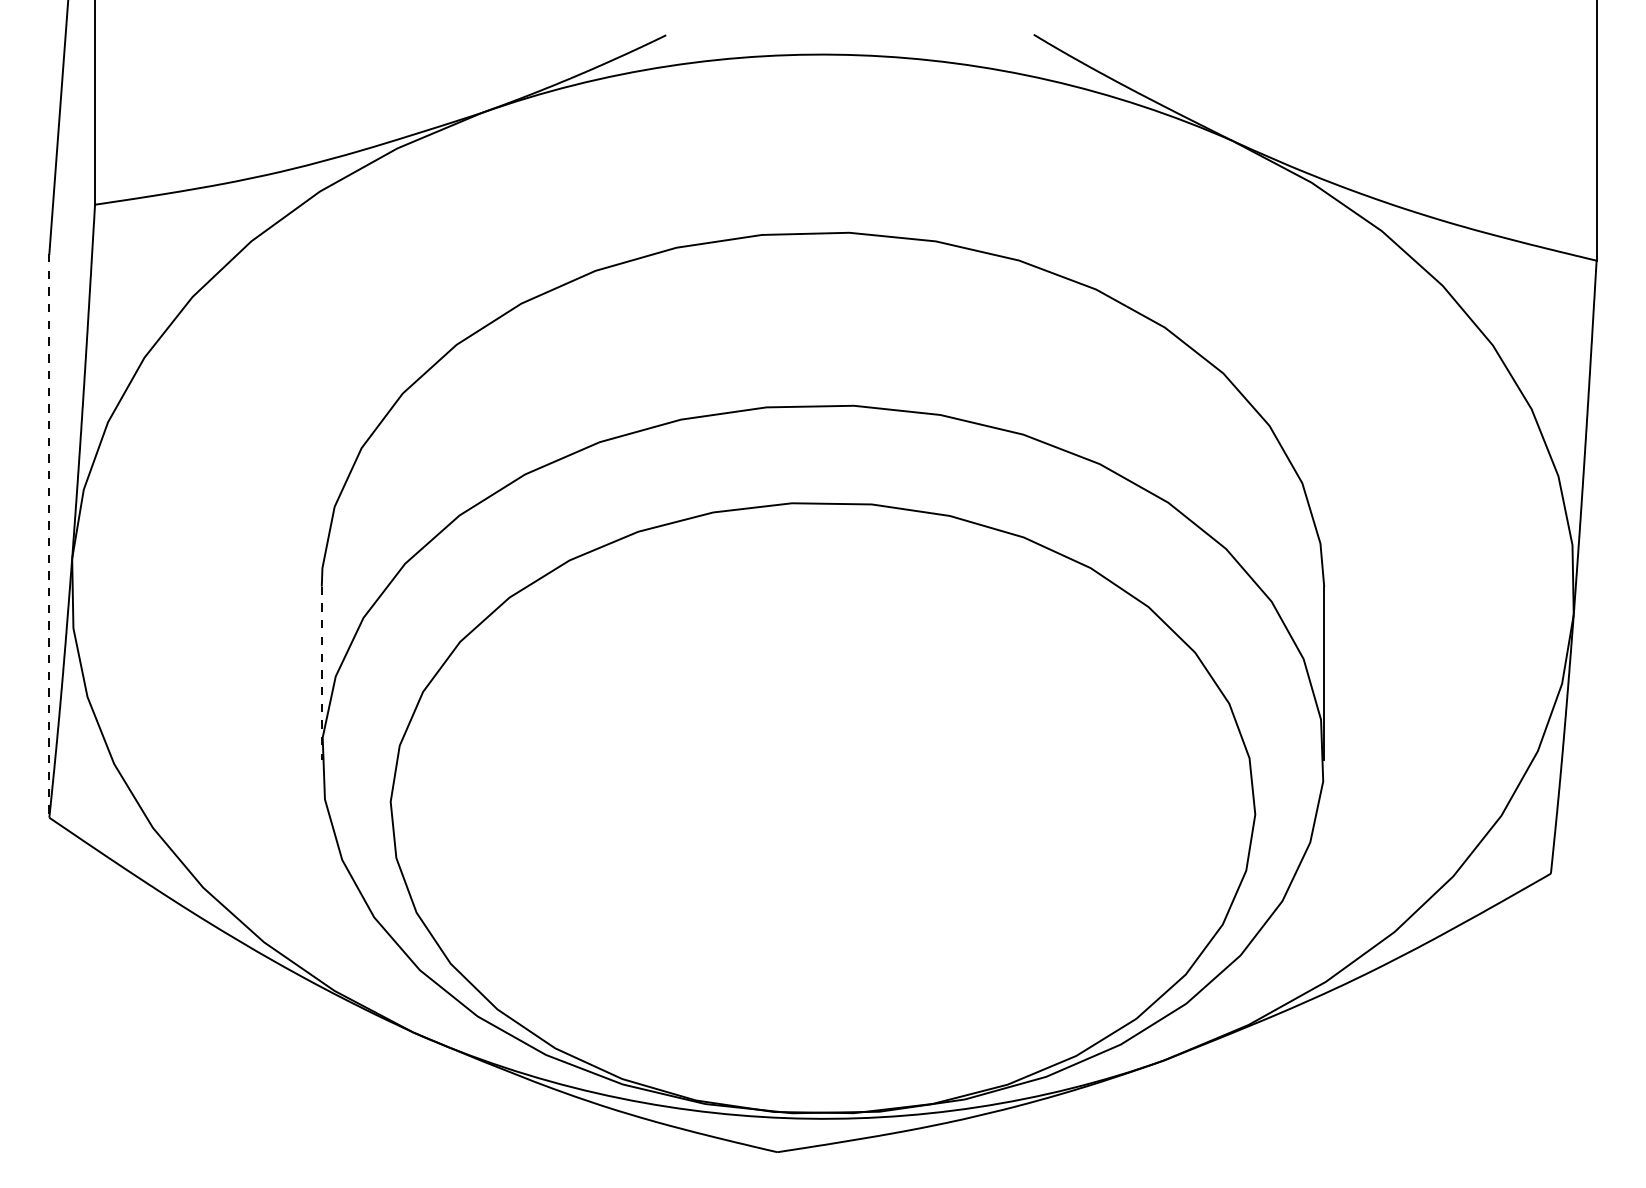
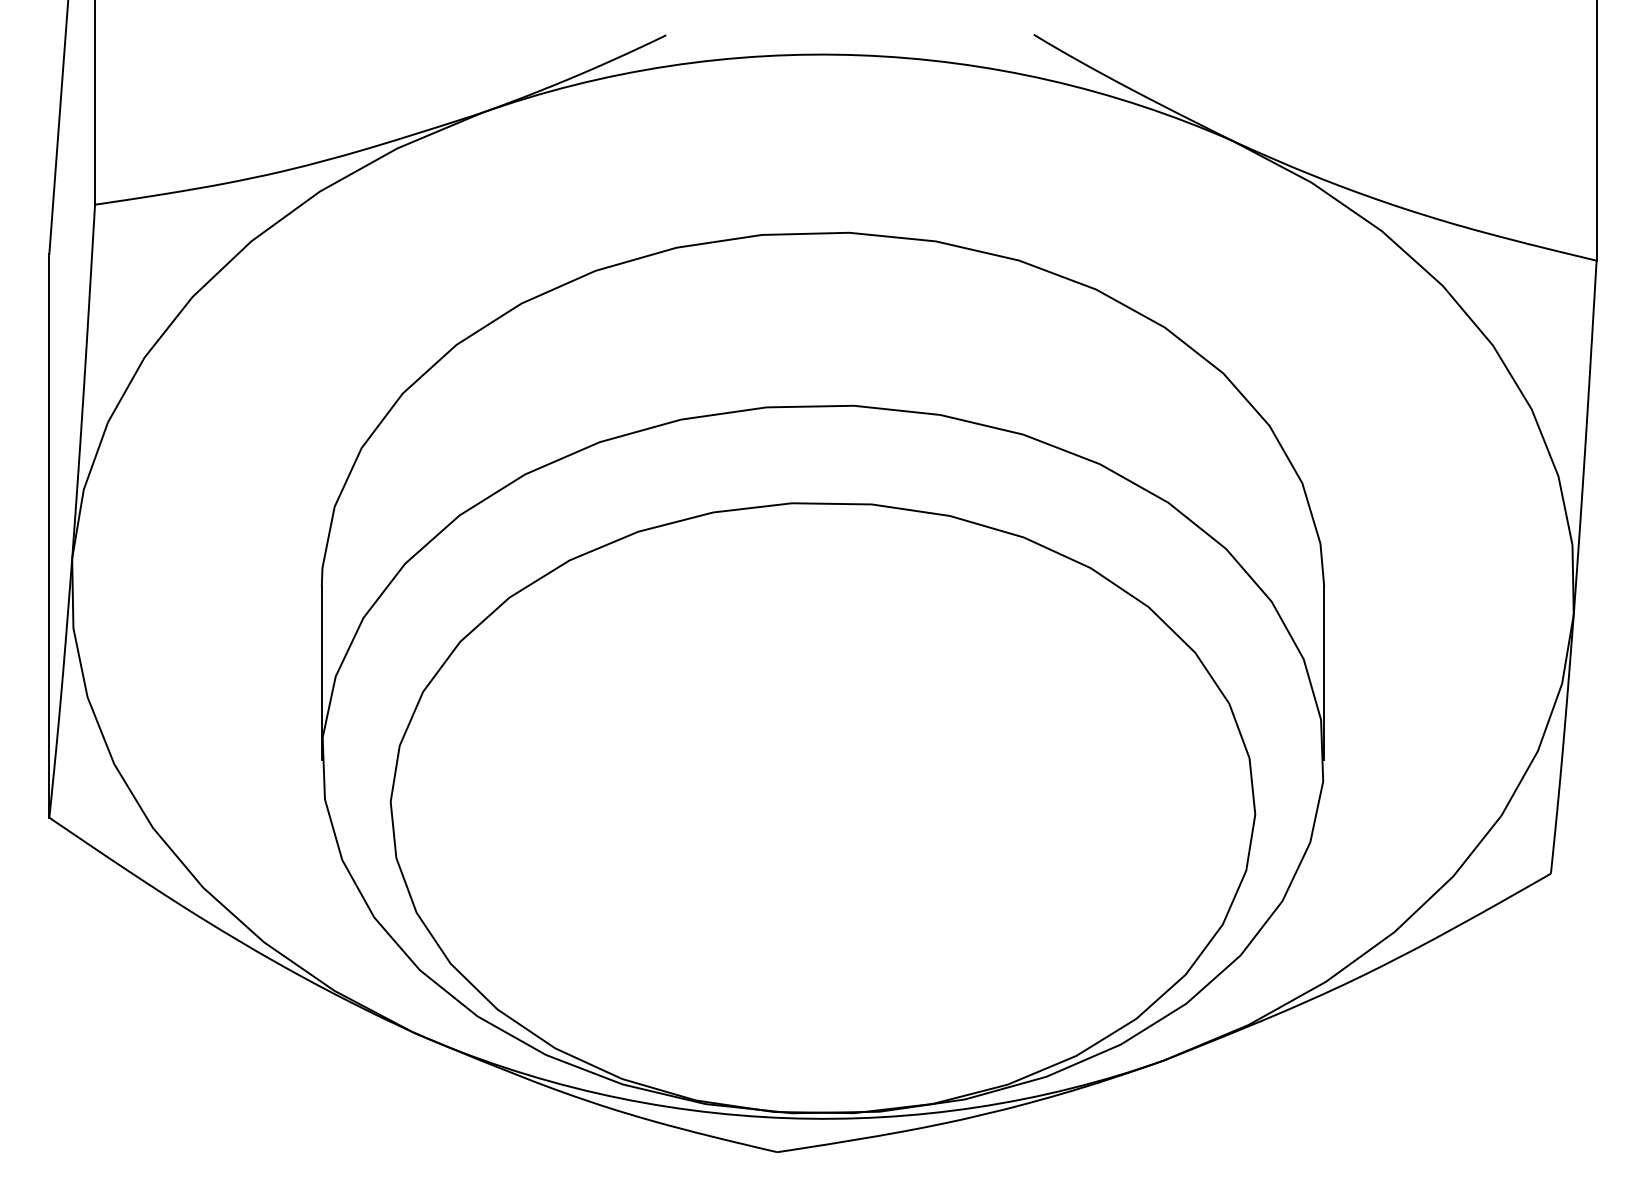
line at (49, 535): dashed -> solid
line at (321, 673): dashed -> solid
